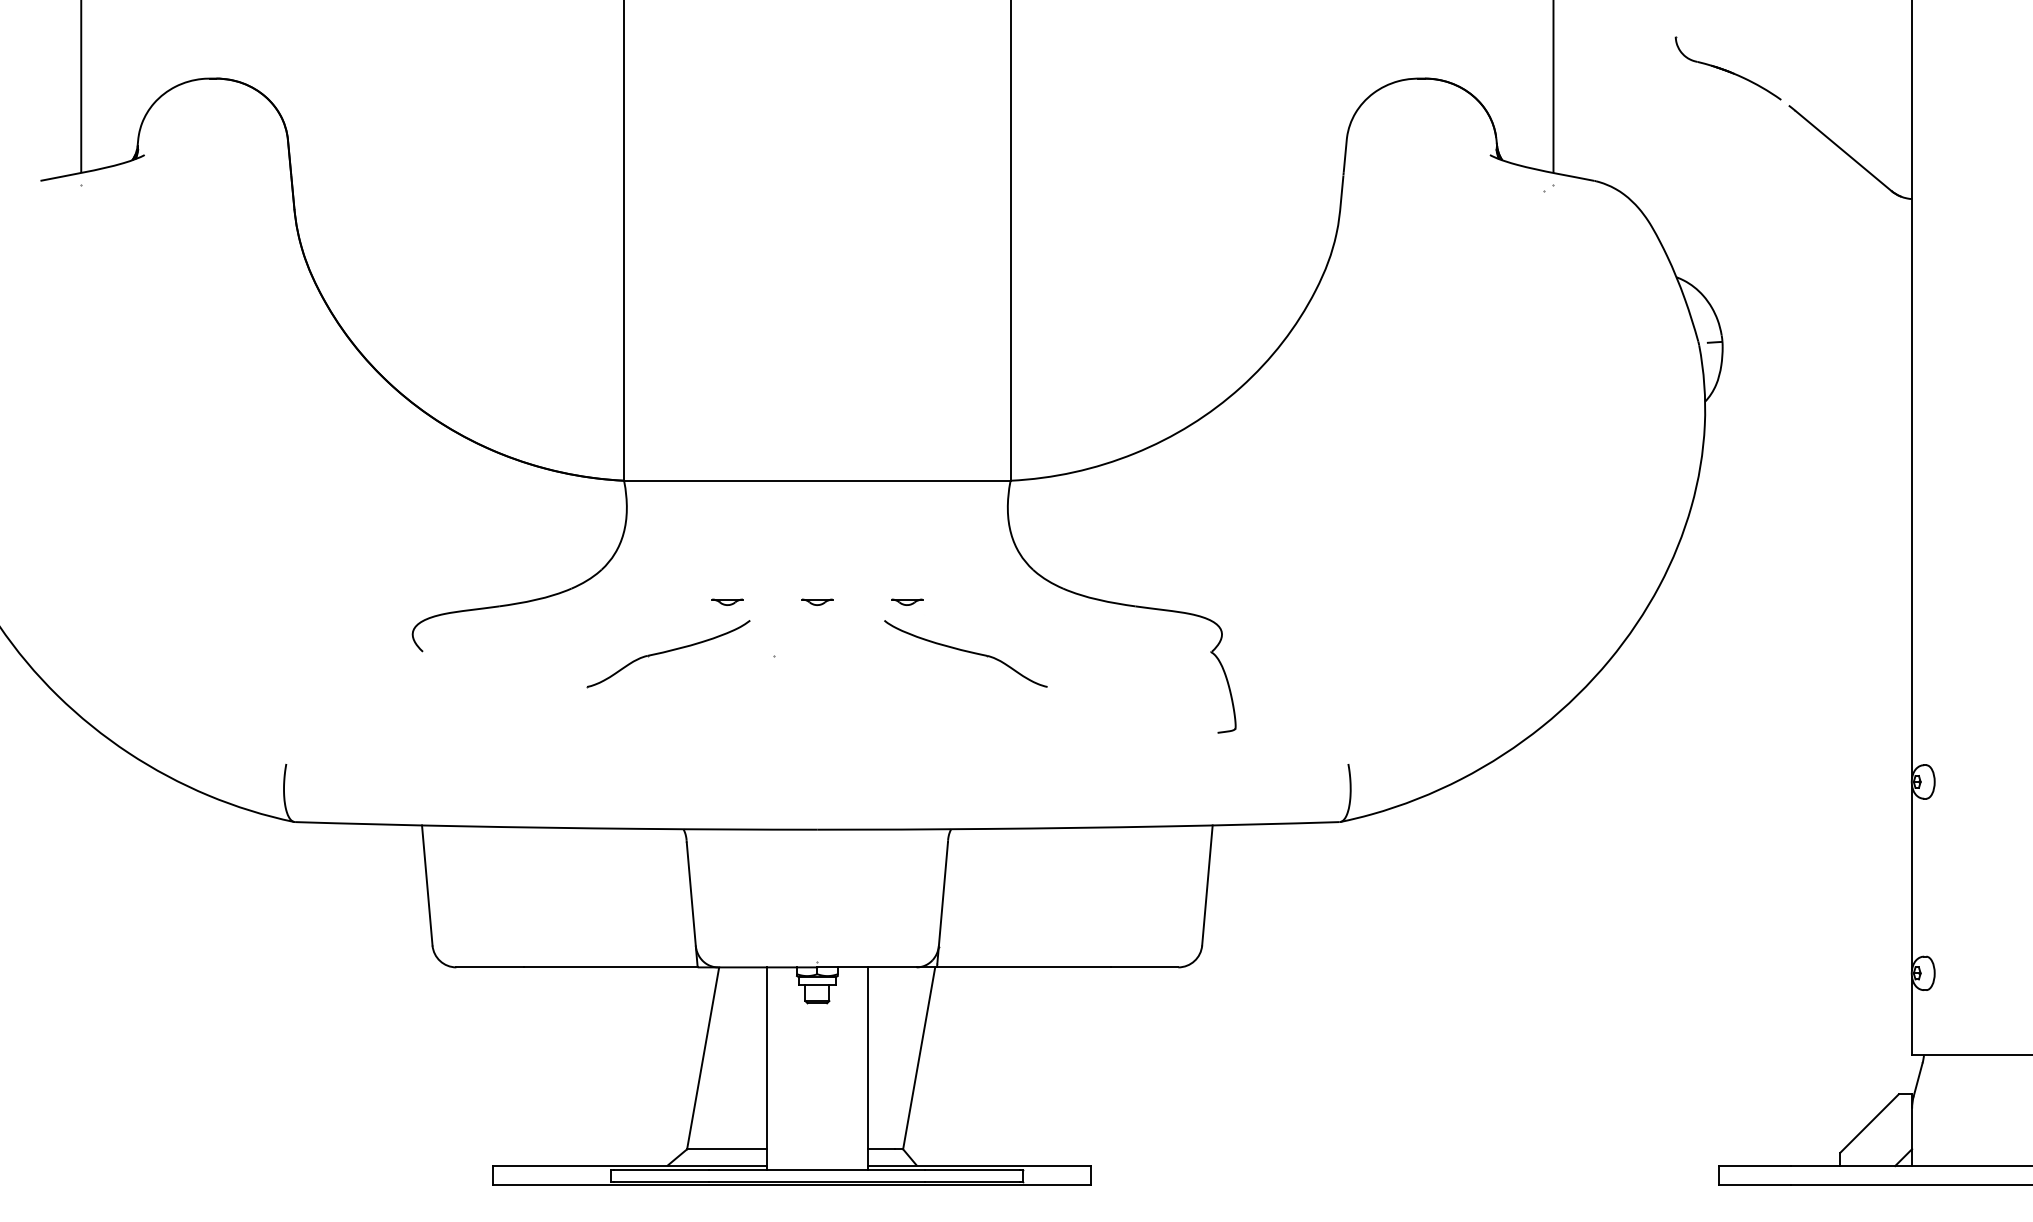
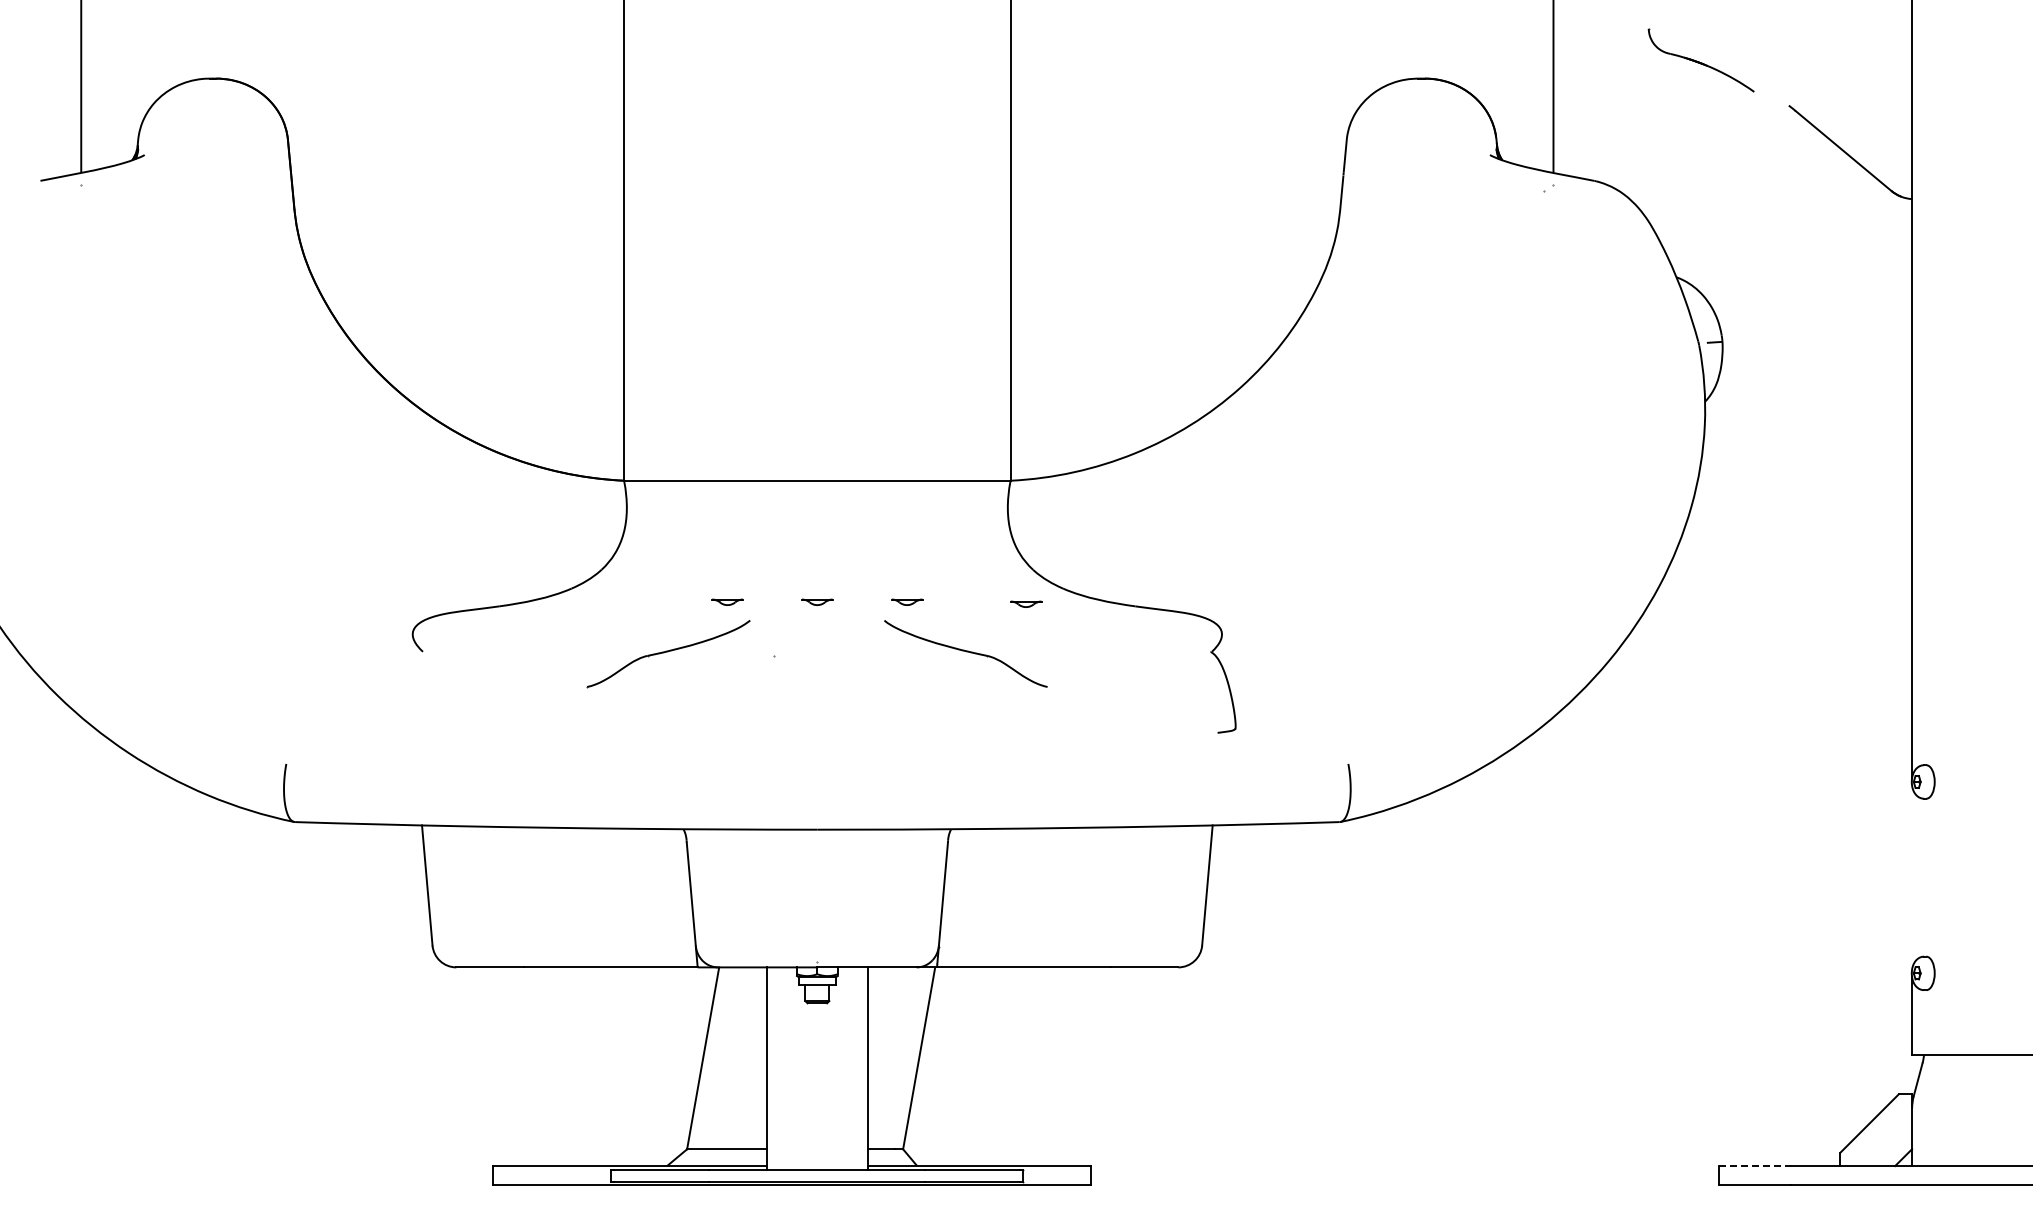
part at (1727, 68) position: (1727, 68) -> (1700, 60)
part at (1026, 603): none -> present
line at (1912, 877): present -> none
line at (1755, 1166): solid -> dashed
